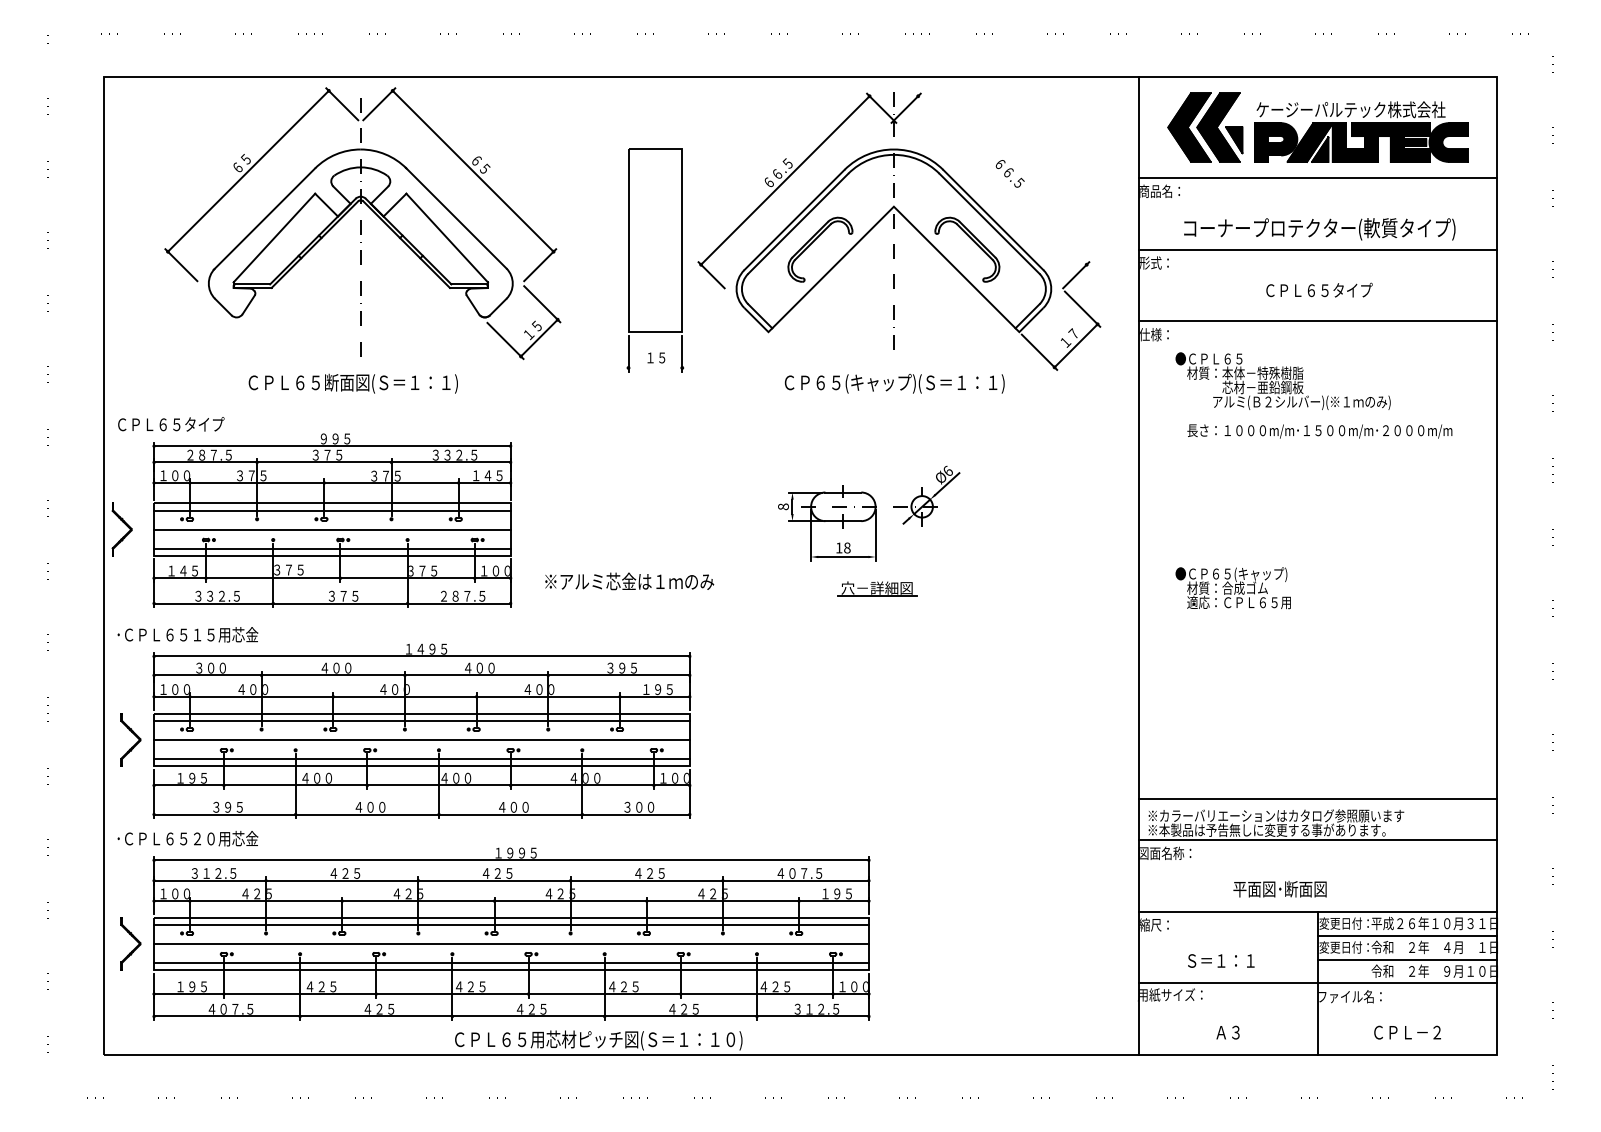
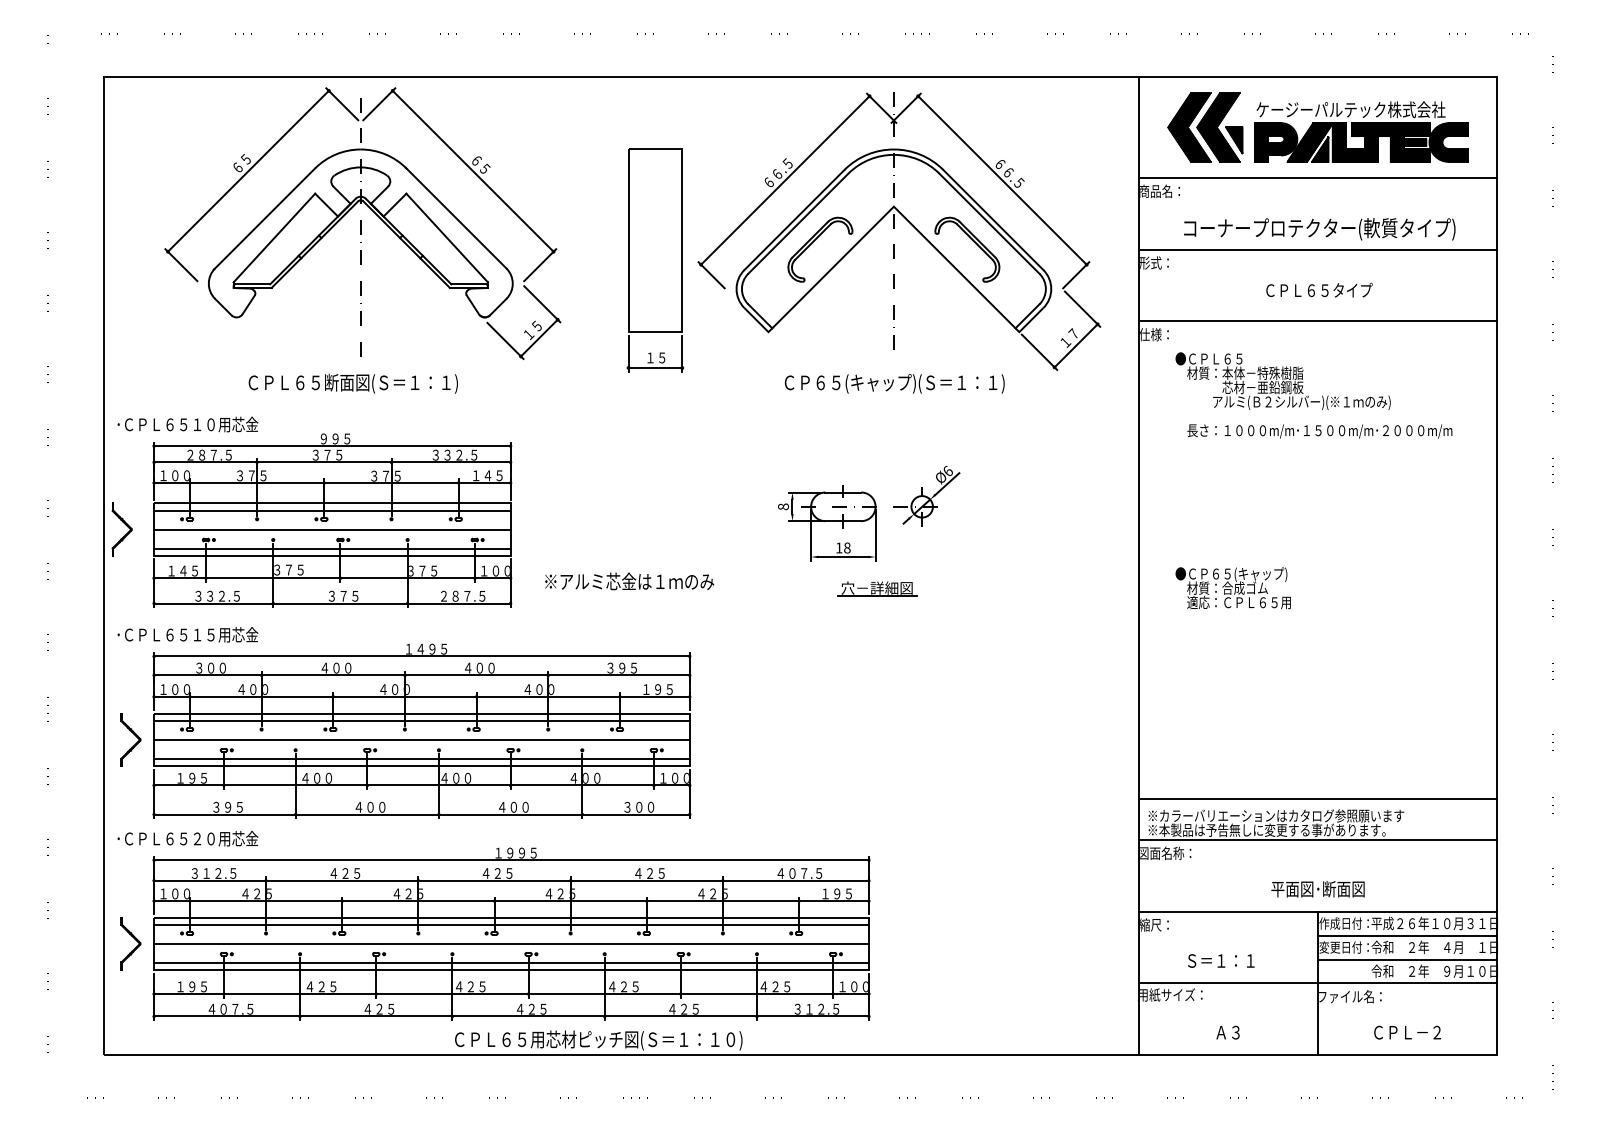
line at (1002, 180): none -> present
line at (655, 367): none -> present
text at (187, 424): ＣＰＬ６５タイプ -> ･ＣＰＬ６５１０用芯金
text at (1279, 889) position: (1279, 889) -> (1317, 889)
text at (1329, 923): 変更日付： -> 作成日付：
